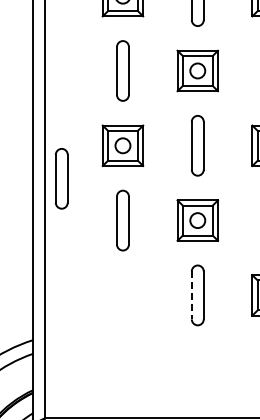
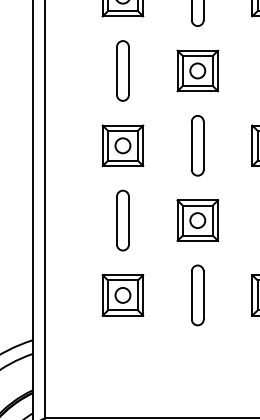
part at (61, 178): present -> none
part at (122, 295): none -> present
line at (191, 295): dashed -> solid
